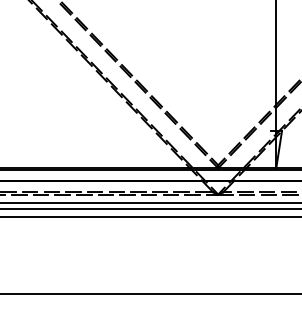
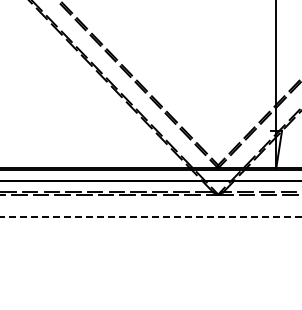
line at (150, 202): present -> none
line at (150, 208): present -> none
line at (151, 217): solid -> dashed
line at (150, 294): present -> none
